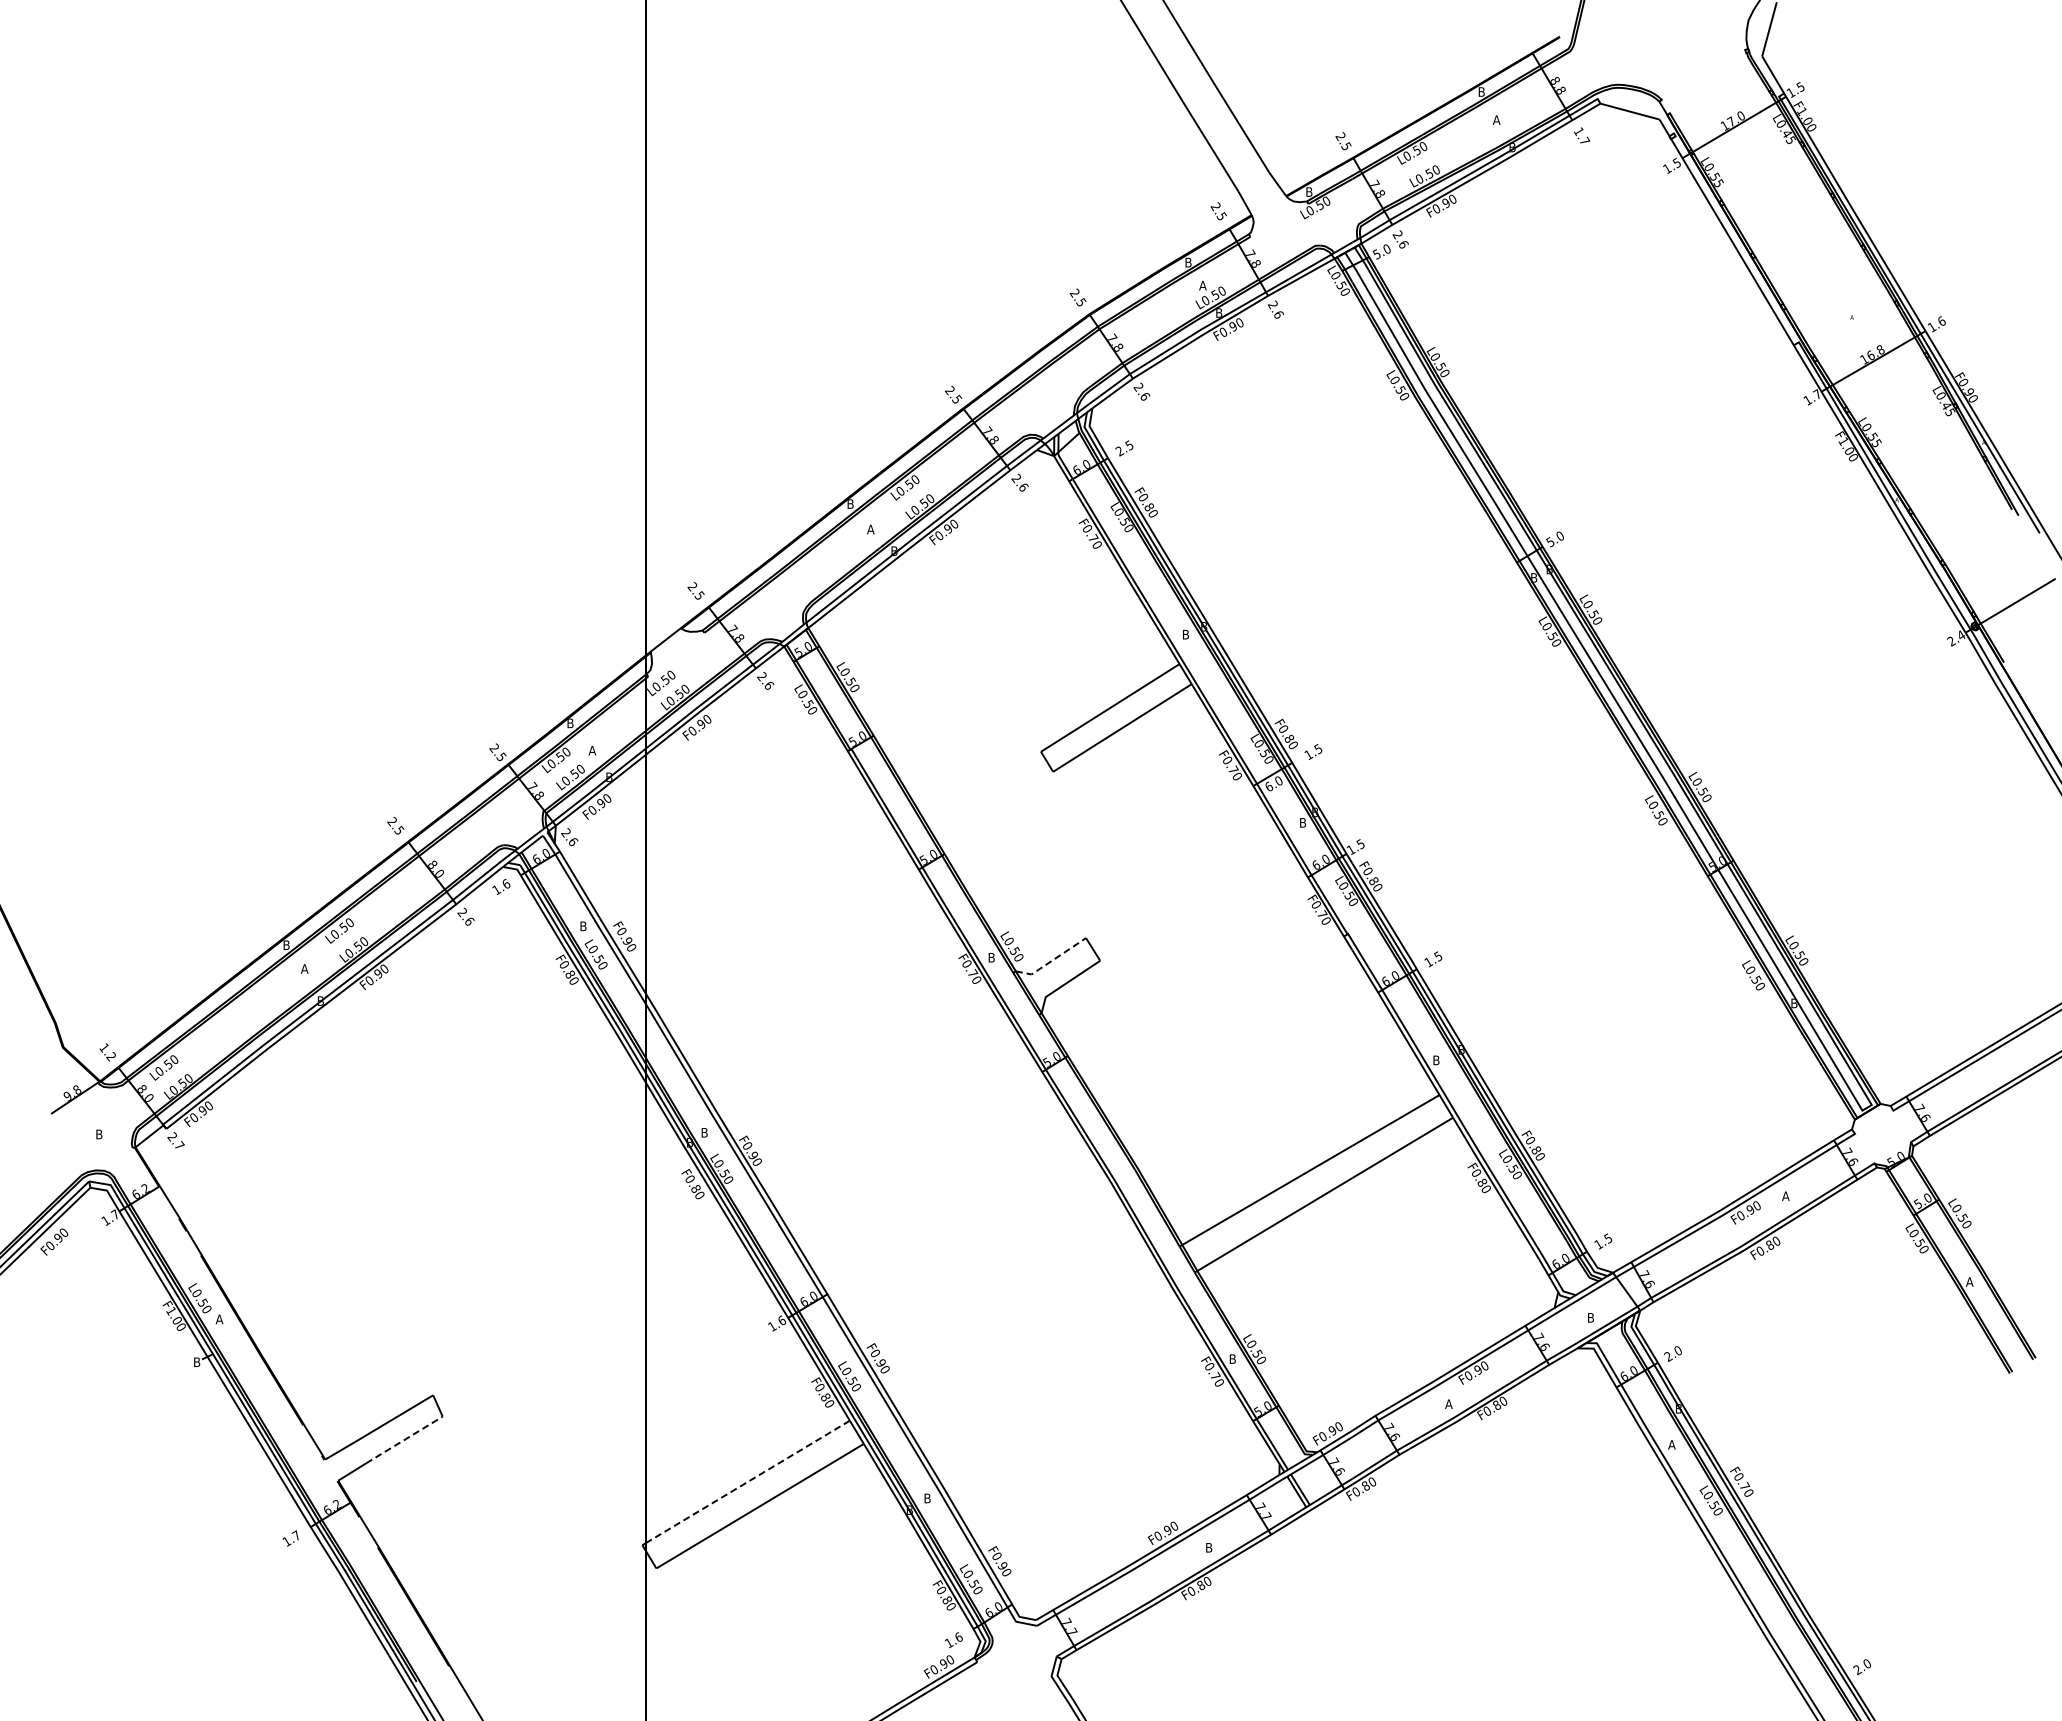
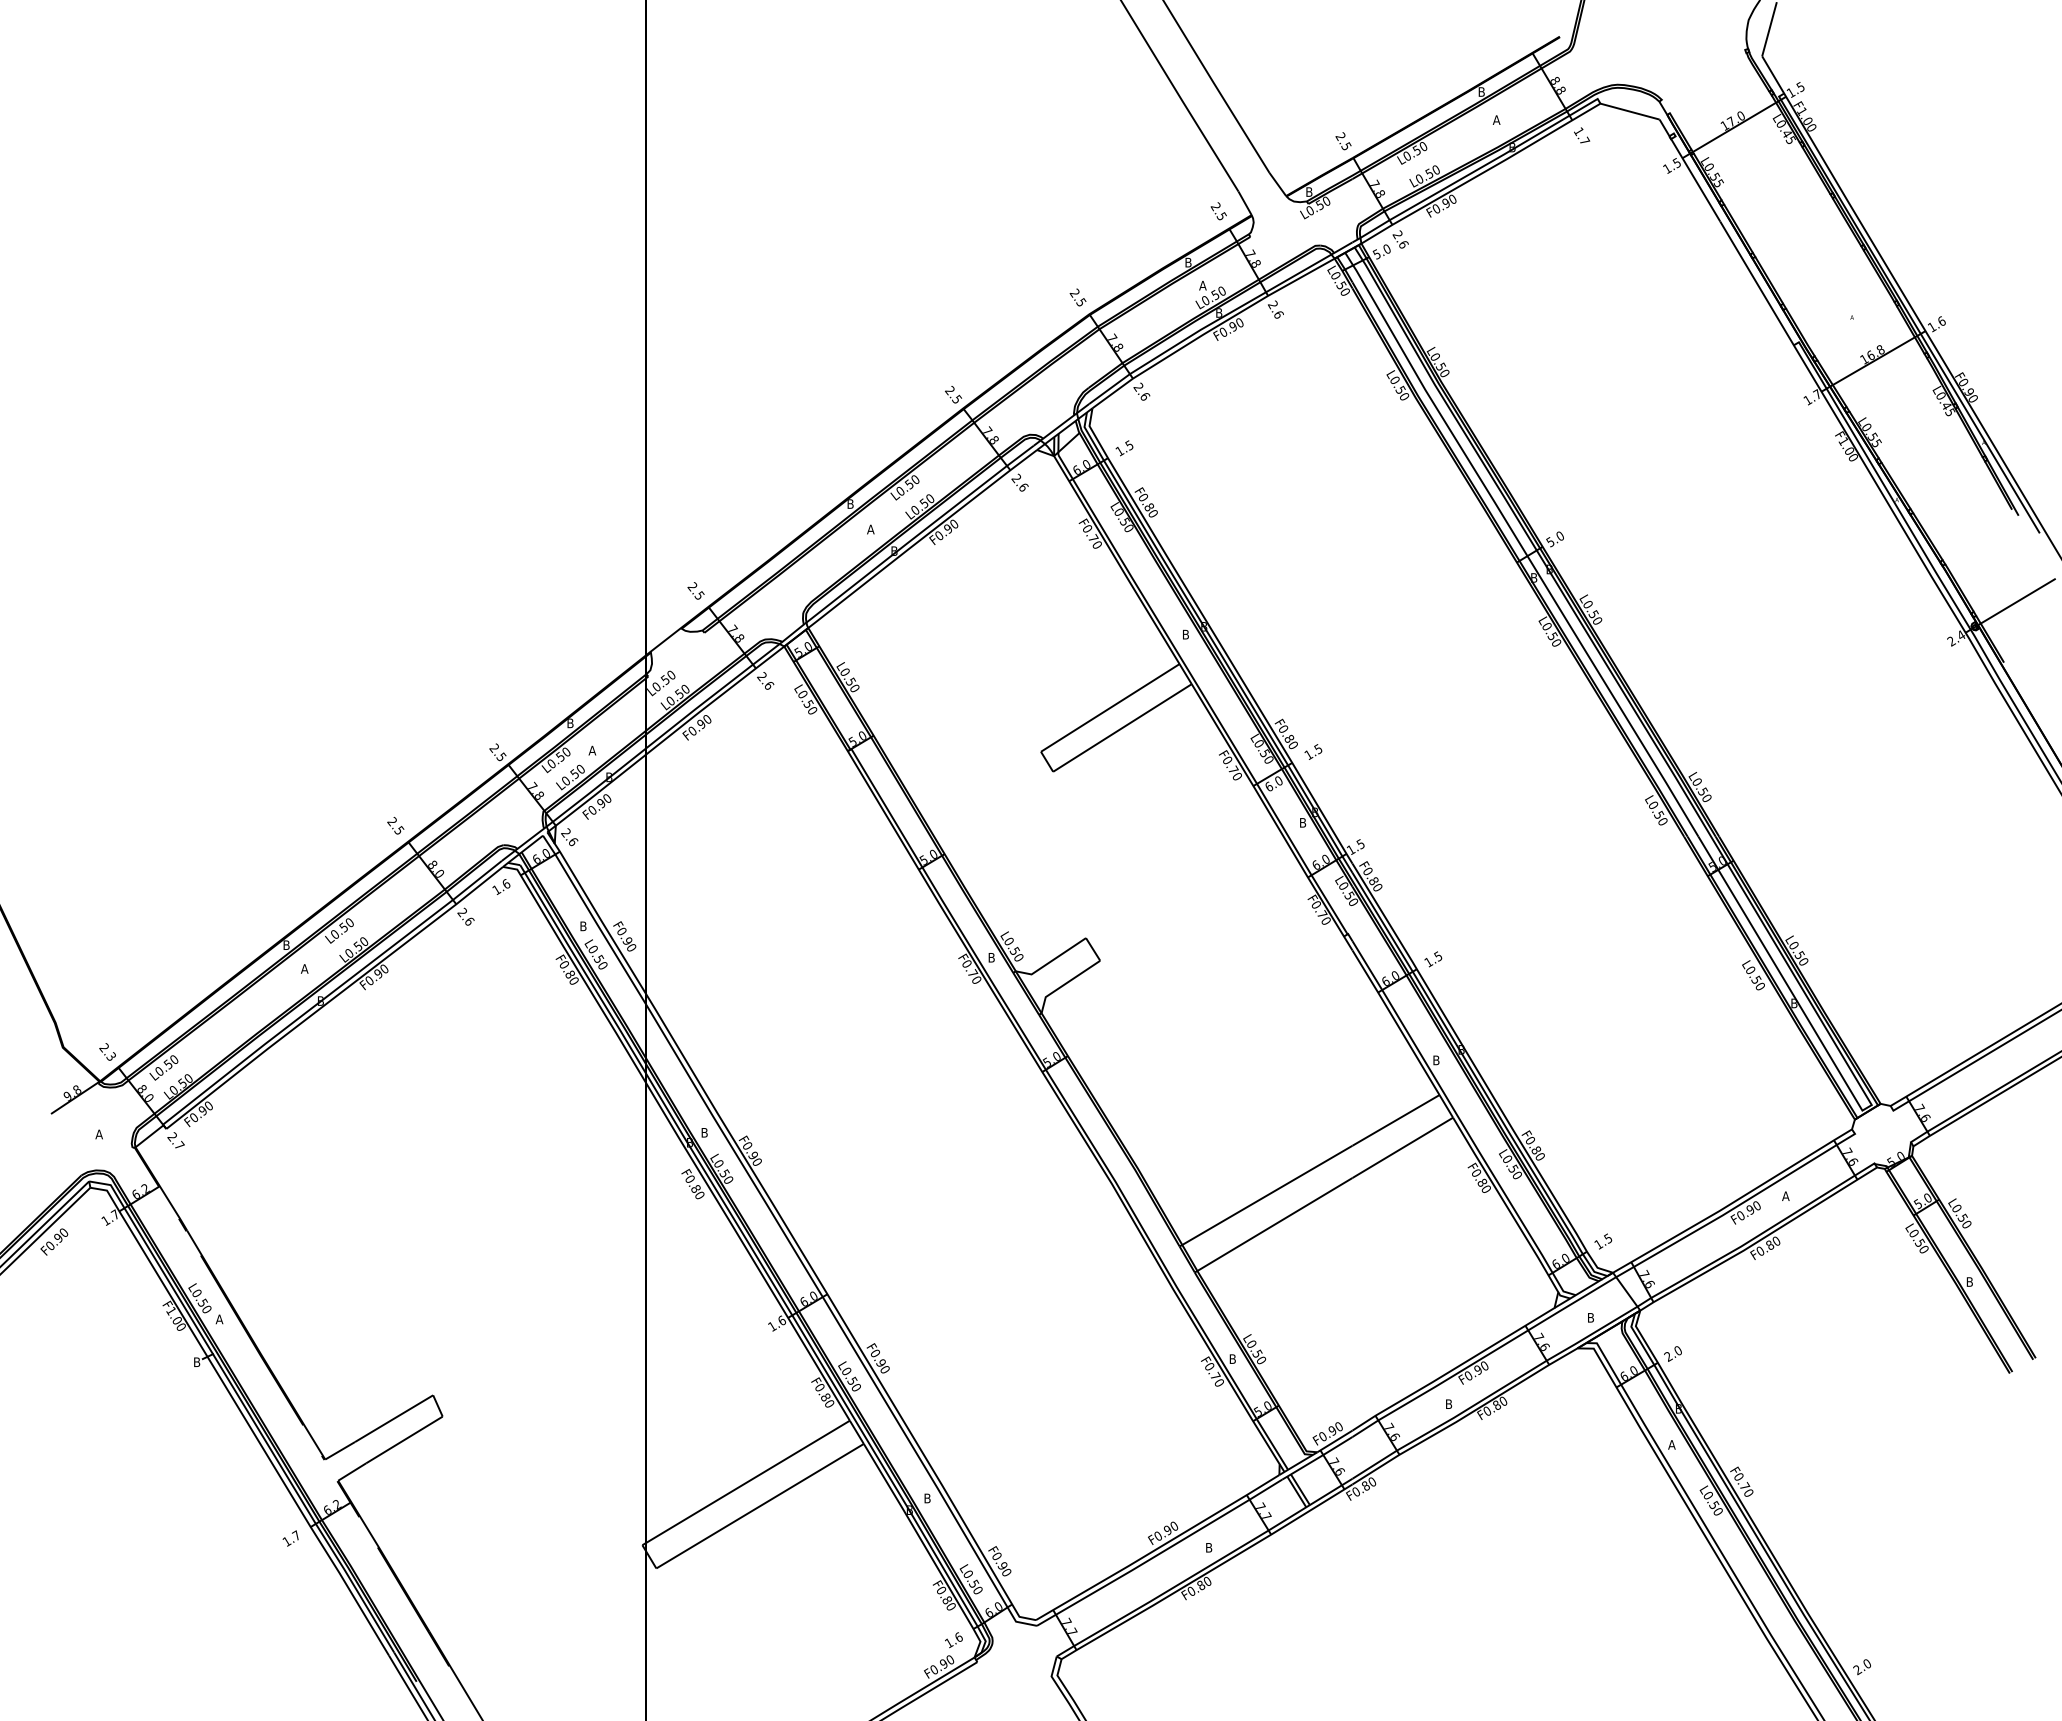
text at (1119, 451): 2.5 -> 1.5
line at (1051, 961): dashed -> solid
text at (107, 1052): 1.2 -> 2.3
text at (98, 1134): B -> A
text at (1969, 1281): A -> B
text at (1448, 1403): A -> B
line at (404, 1439): dashed -> solid
line at (747, 1481): dashed -> solid
